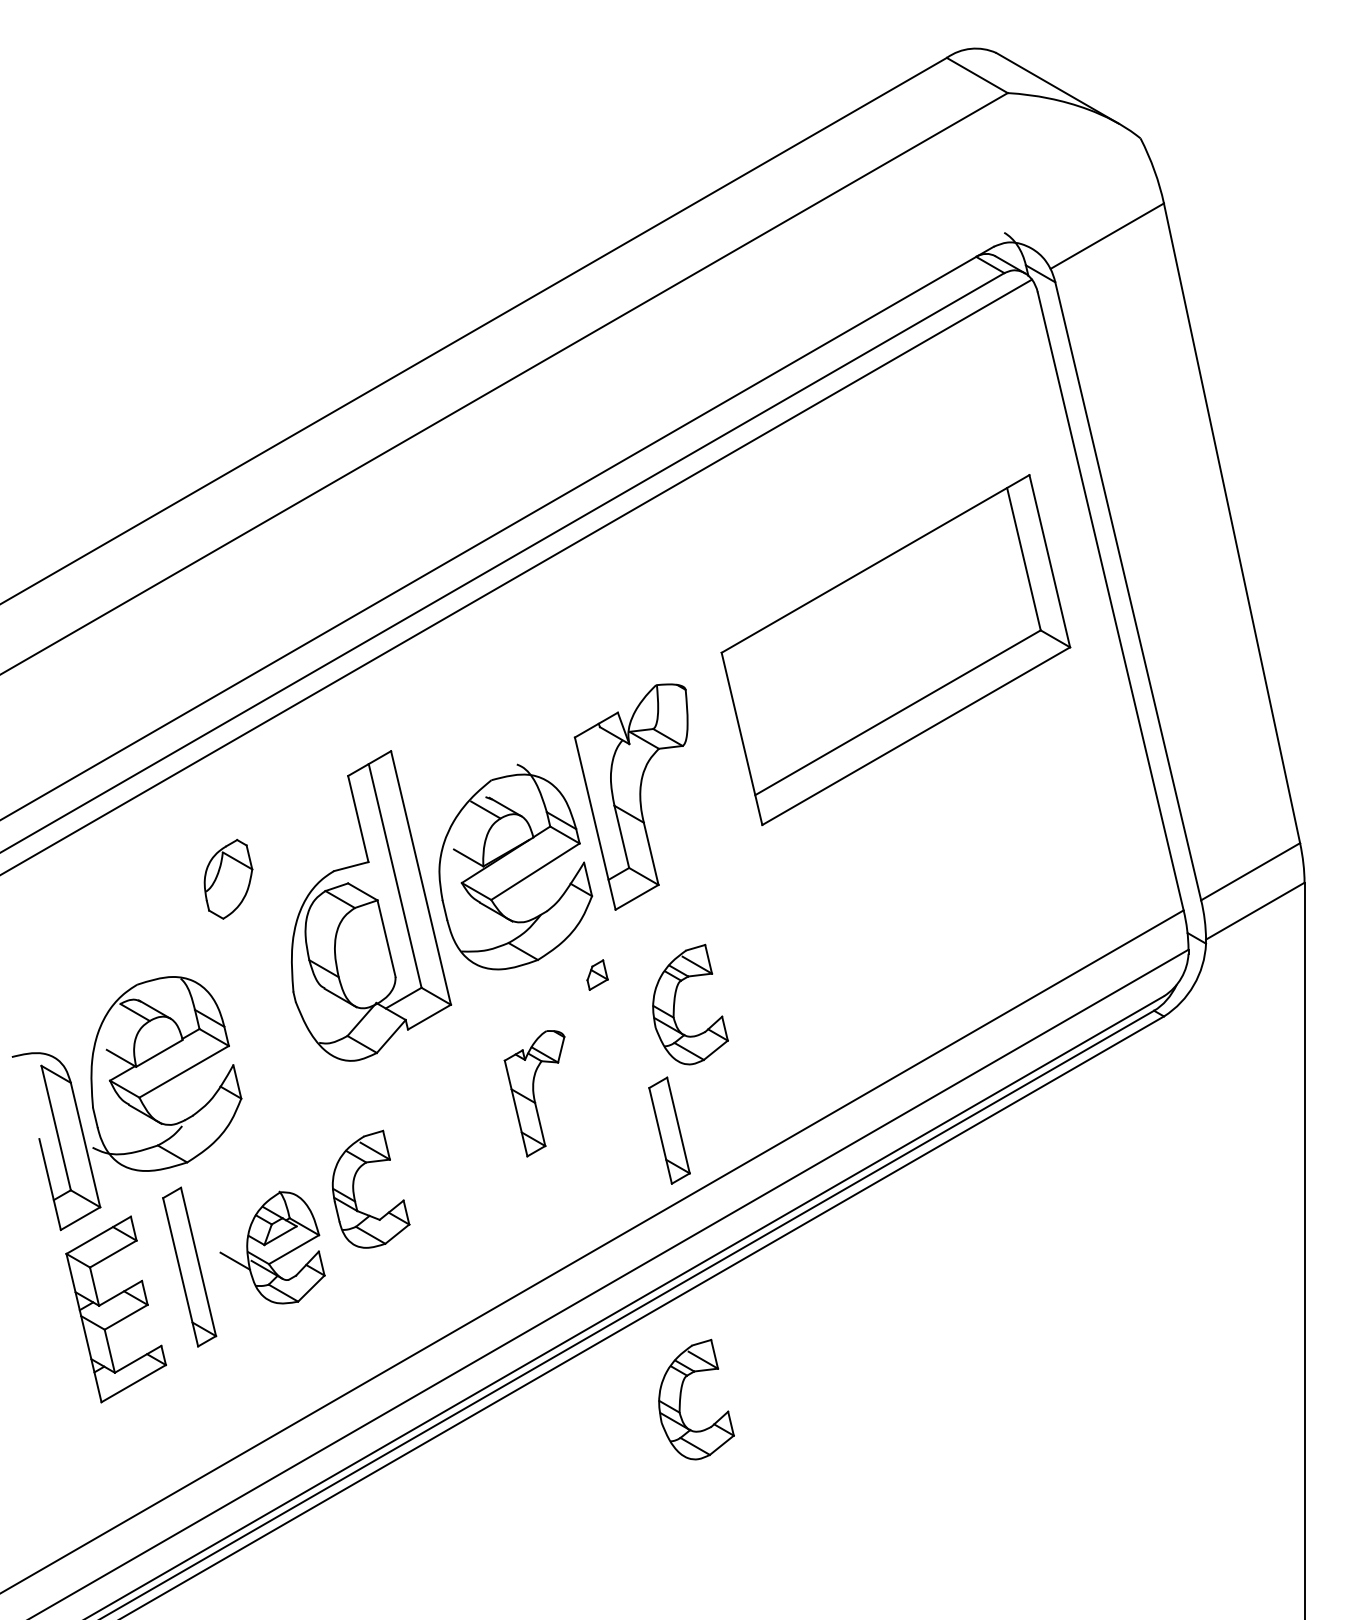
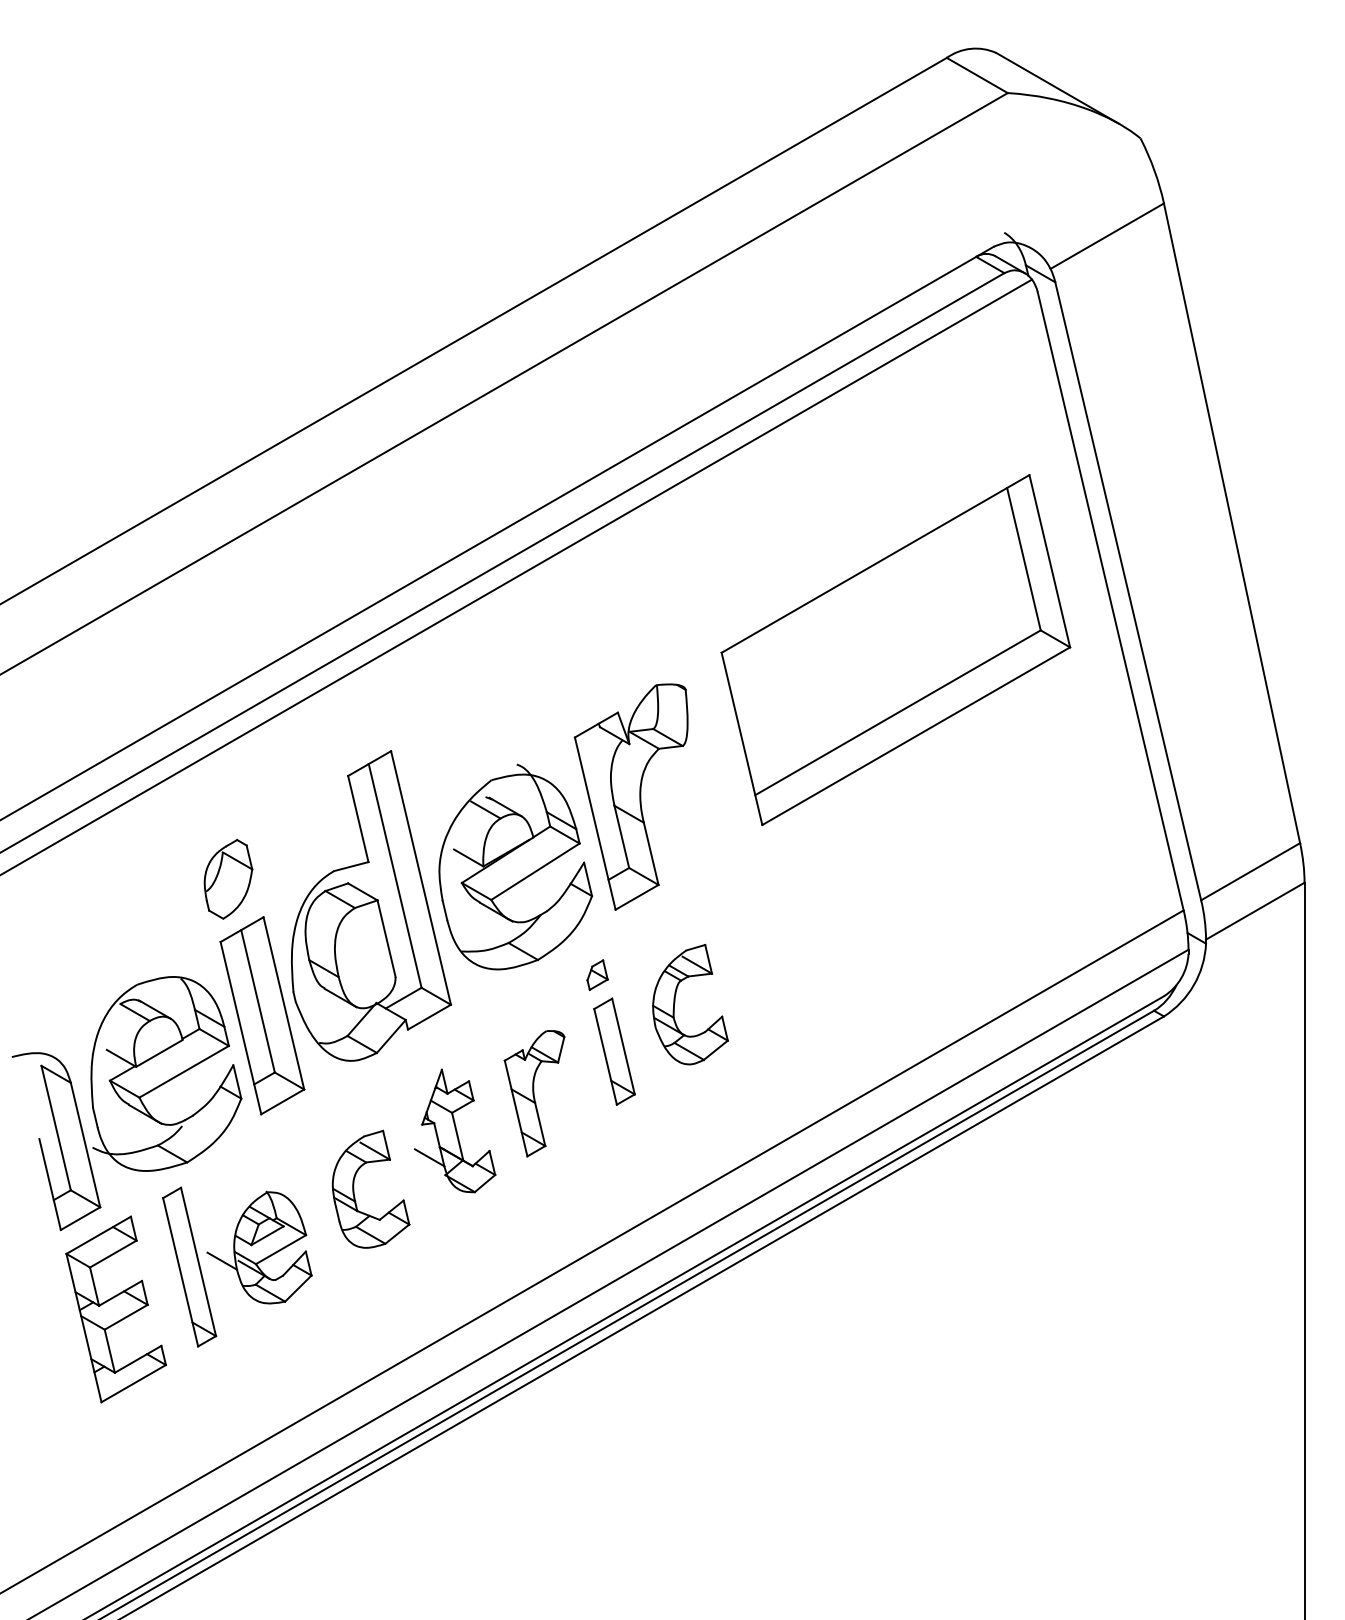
part at (262, 1015): none -> present
part at (454, 1130): none -> present
part at (669, 1130) position: (669, 1130) -> (614, 1051)
part at (272, 1247) position: (272, 1247) -> (259, 1247)
part at (681, 1398): present -> none
